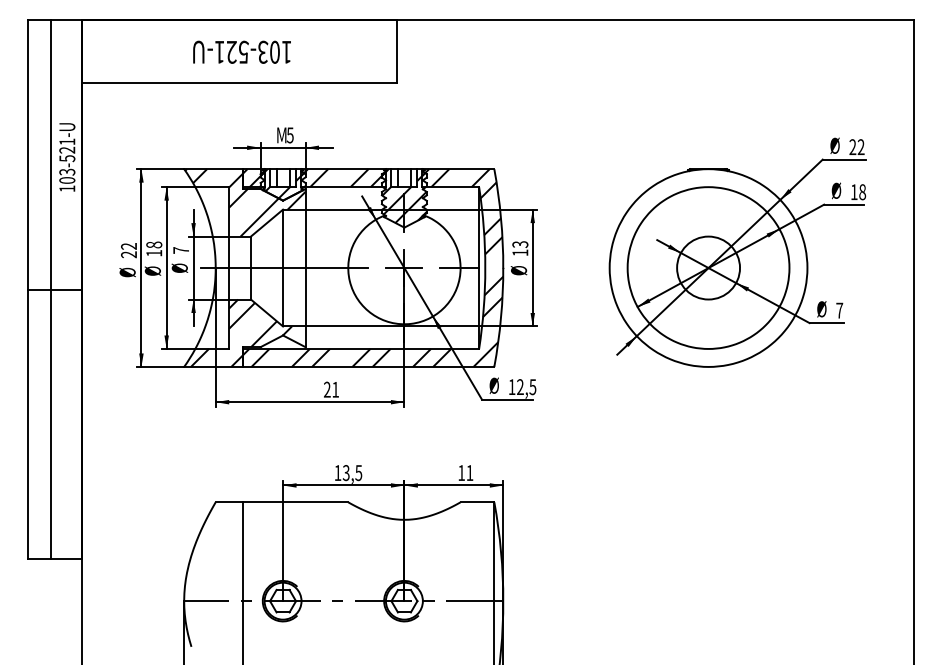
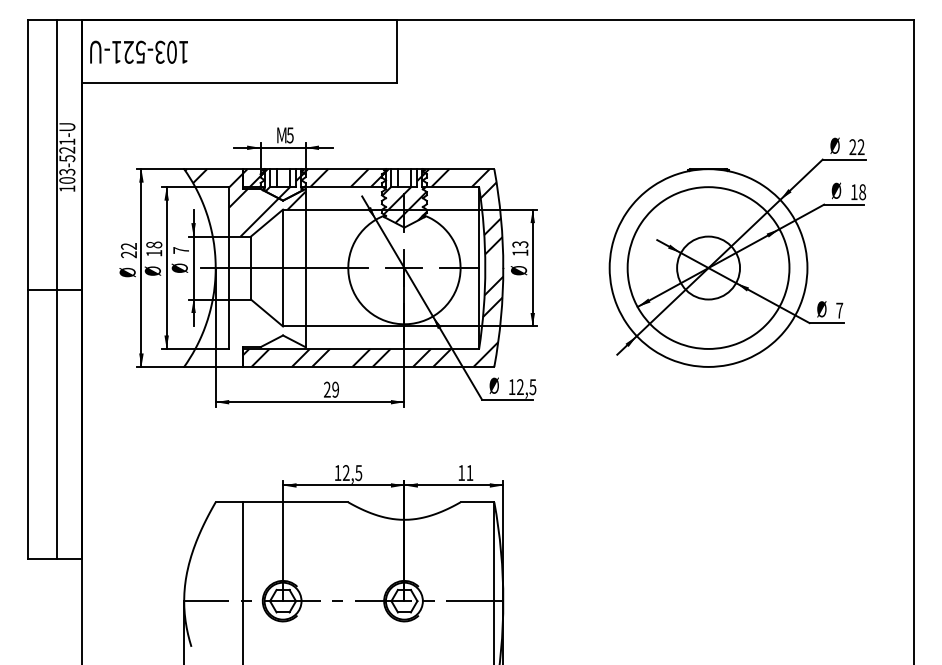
text at (241, 51) position: (241, 51) -> (138, 51)
line at (50, 289) position: (50, 289) -> (56, 289)
hatch at (240, 332): present -> none
text at (335, 389): 21 -> 29
text at (345, 473): 13,5 -> 12,5
